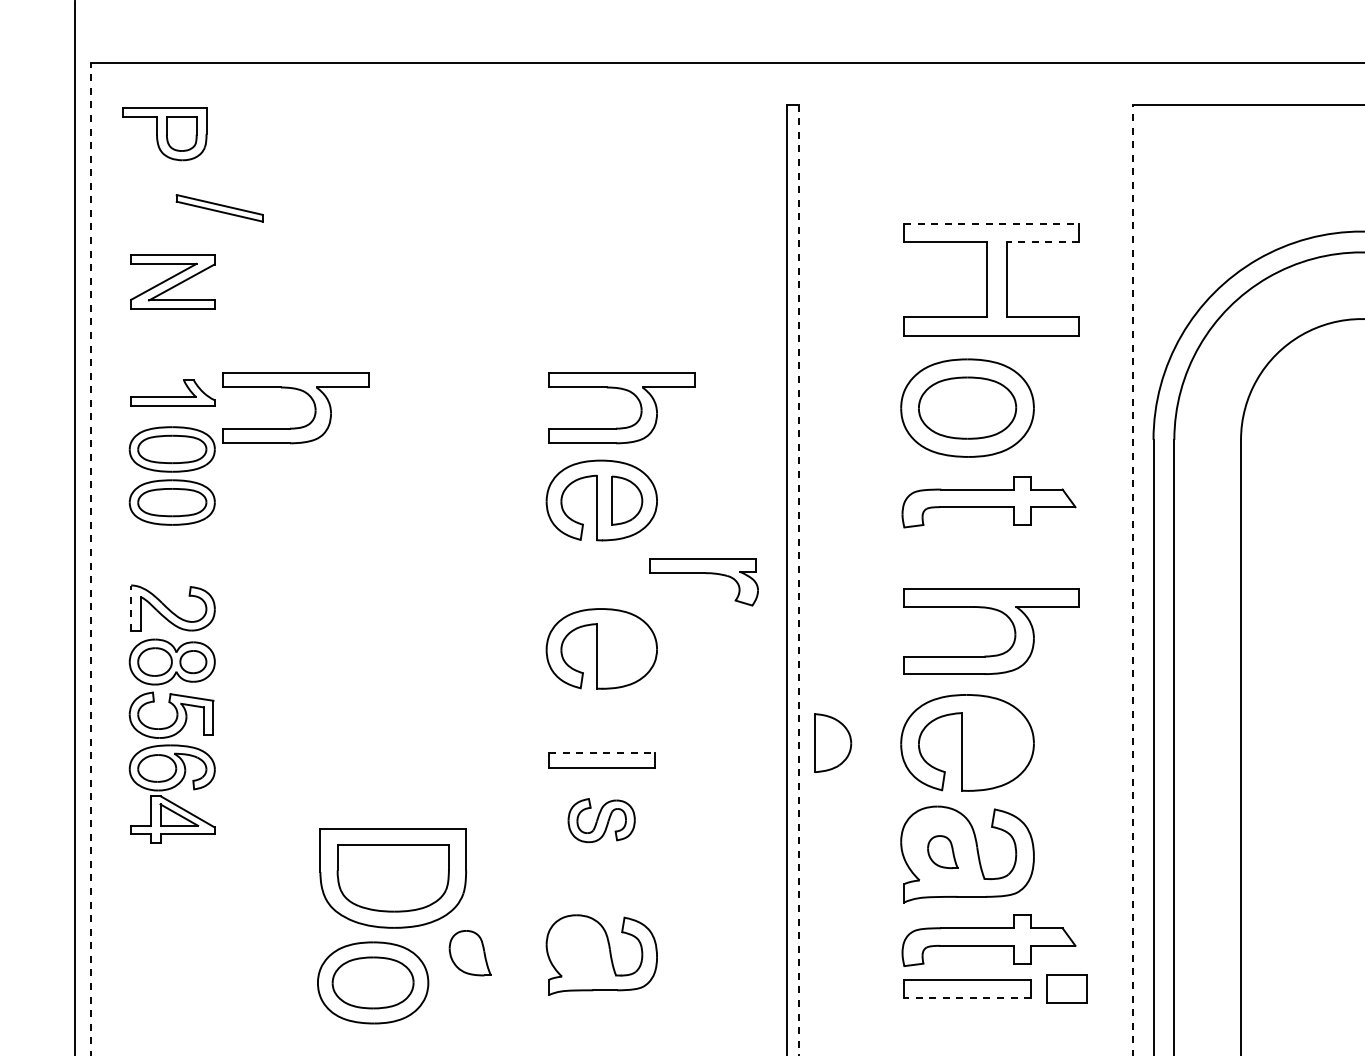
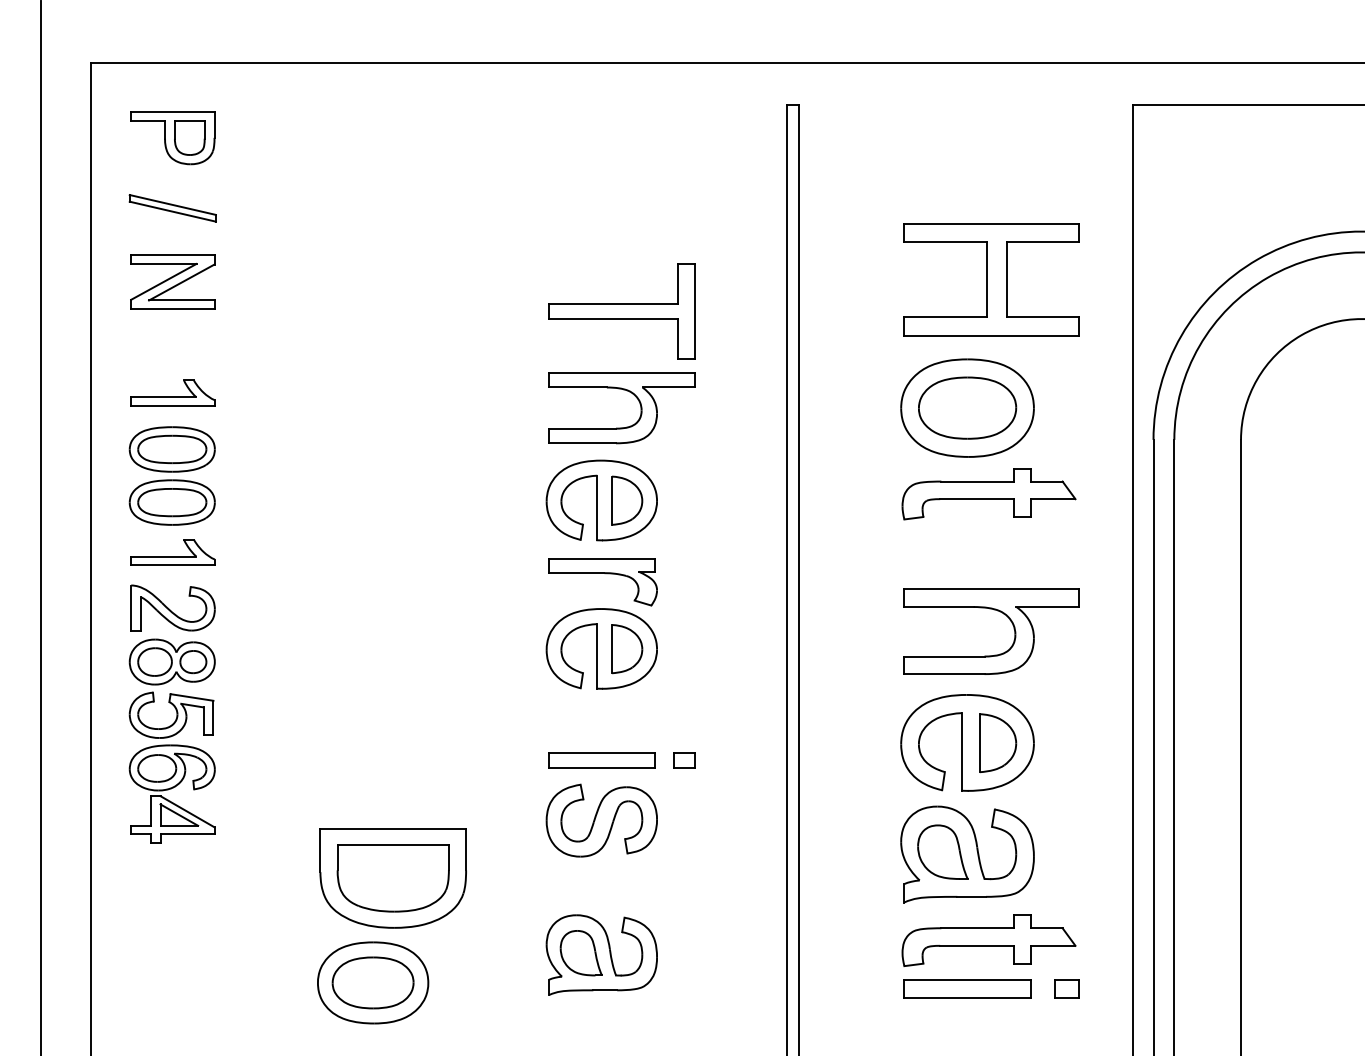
part at (164, 134) position: (164, 134) -> (172, 138)
part at (219, 208) position: (219, 208) -> (172, 208)
line at (991, 223): dashed -> solid
line at (1043, 242): dashed -> solid
part at (621, 311): none -> present
part at (307, 395): present -> none
part at (988, 502) position: (988, 502) -> (988, 494)
line at (74, 527) position: (74, 527) -> (40, 527)
part at (172, 552): none -> present
line at (90, 558): dashed -> solid
part at (706, 574) position: (706, 574) -> (605, 574)
line at (1132, 579): dashed -> solid
line at (799, 580): dashed -> solid
line at (131, 608): dashed -> solid
part at (627, 649): none -> present
part at (833, 743) position: (833, 743) -> (998, 743)
line at (601, 753): dashed -> solid
part at (684, 760): none -> present
part at (601, 820) size: 69x46 px -> 113x75 px
part at (942, 852) size: 32x35 px -> 52x56 px
part at (469, 953) position: (469, 953) -> (580, 953)
part at (1066, 988) size: 42x30 px -> 26x20 px
line at (967, 997): dashed -> solid
